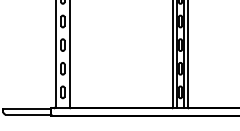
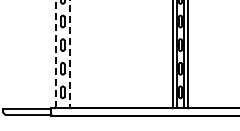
line at (55, 54): solid -> dashed
line at (70, 54): solid -> dashed
